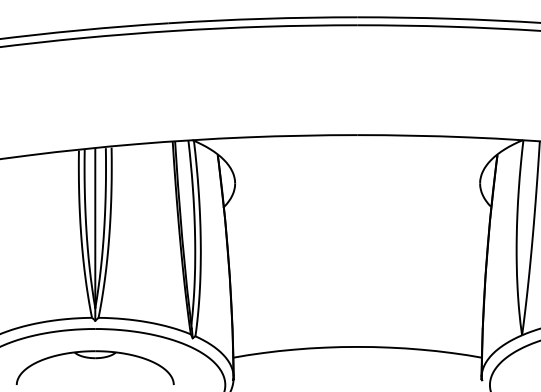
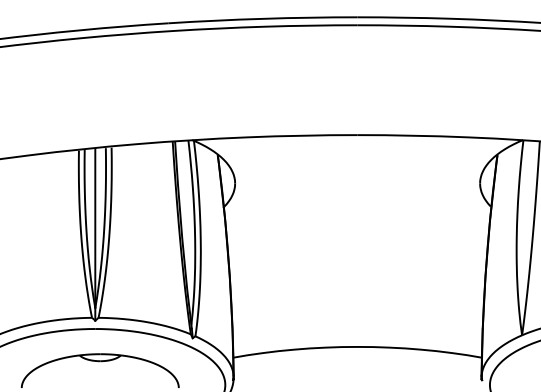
part at (94, 359) position: (94, 359) -> (99, 362)
